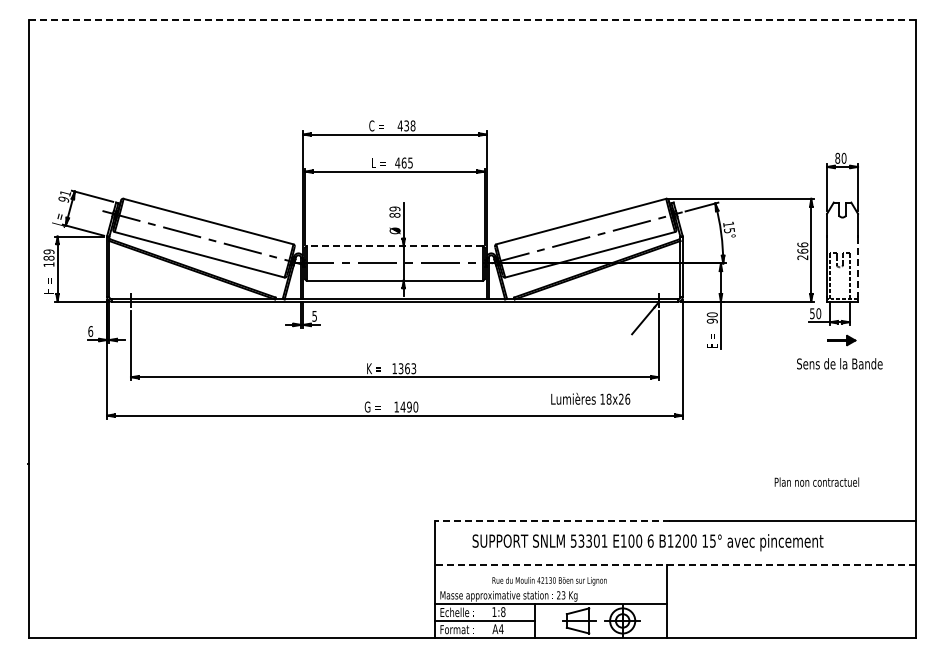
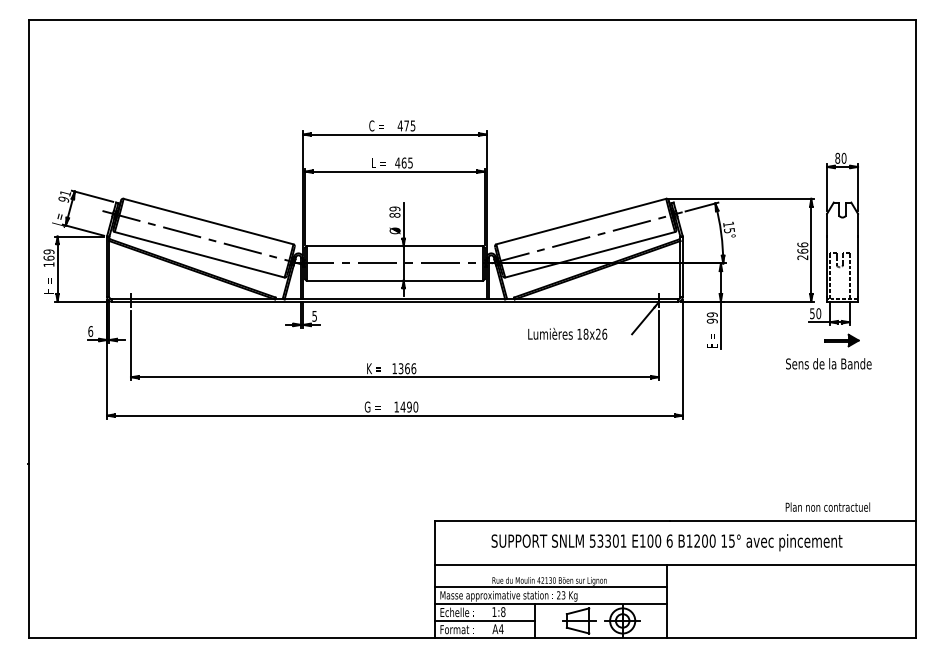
line at (472, 19): dashed -> solid
text at (409, 125): 438 -> 475
line at (394, 246): dashed -> solid
text at (48, 257): 189 -> 169
line at (858, 267): dashed -> solid
text at (712, 314): 90 -> 99
part at (841, 340) size: 30x13 px -> 36x15 px
text at (839, 363) position: (839, 363) -> (828, 363)
text at (413, 368): 1363 -> 1366
text at (590, 398) position: (590, 398) -> (567, 333)
text at (816, 481) position: (816, 481) -> (827, 506)
line at (552, 520): dashed -> solid
text at (647, 542) position: (647, 542) -> (666, 542)
line at (675, 564): dashed -> solid
line at (550, 587): none -> present
